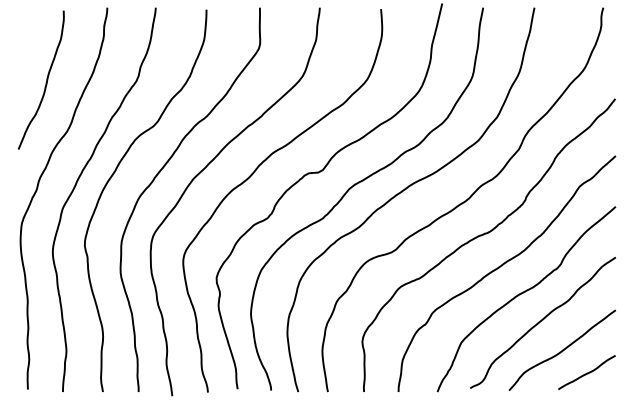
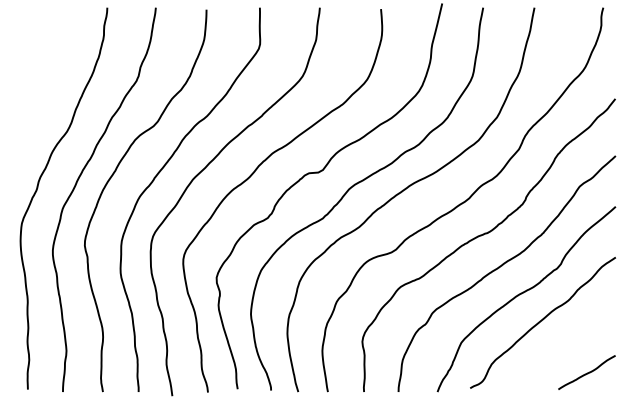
curve at (46, 79): present -> none
curve at (562, 349): present -> none
